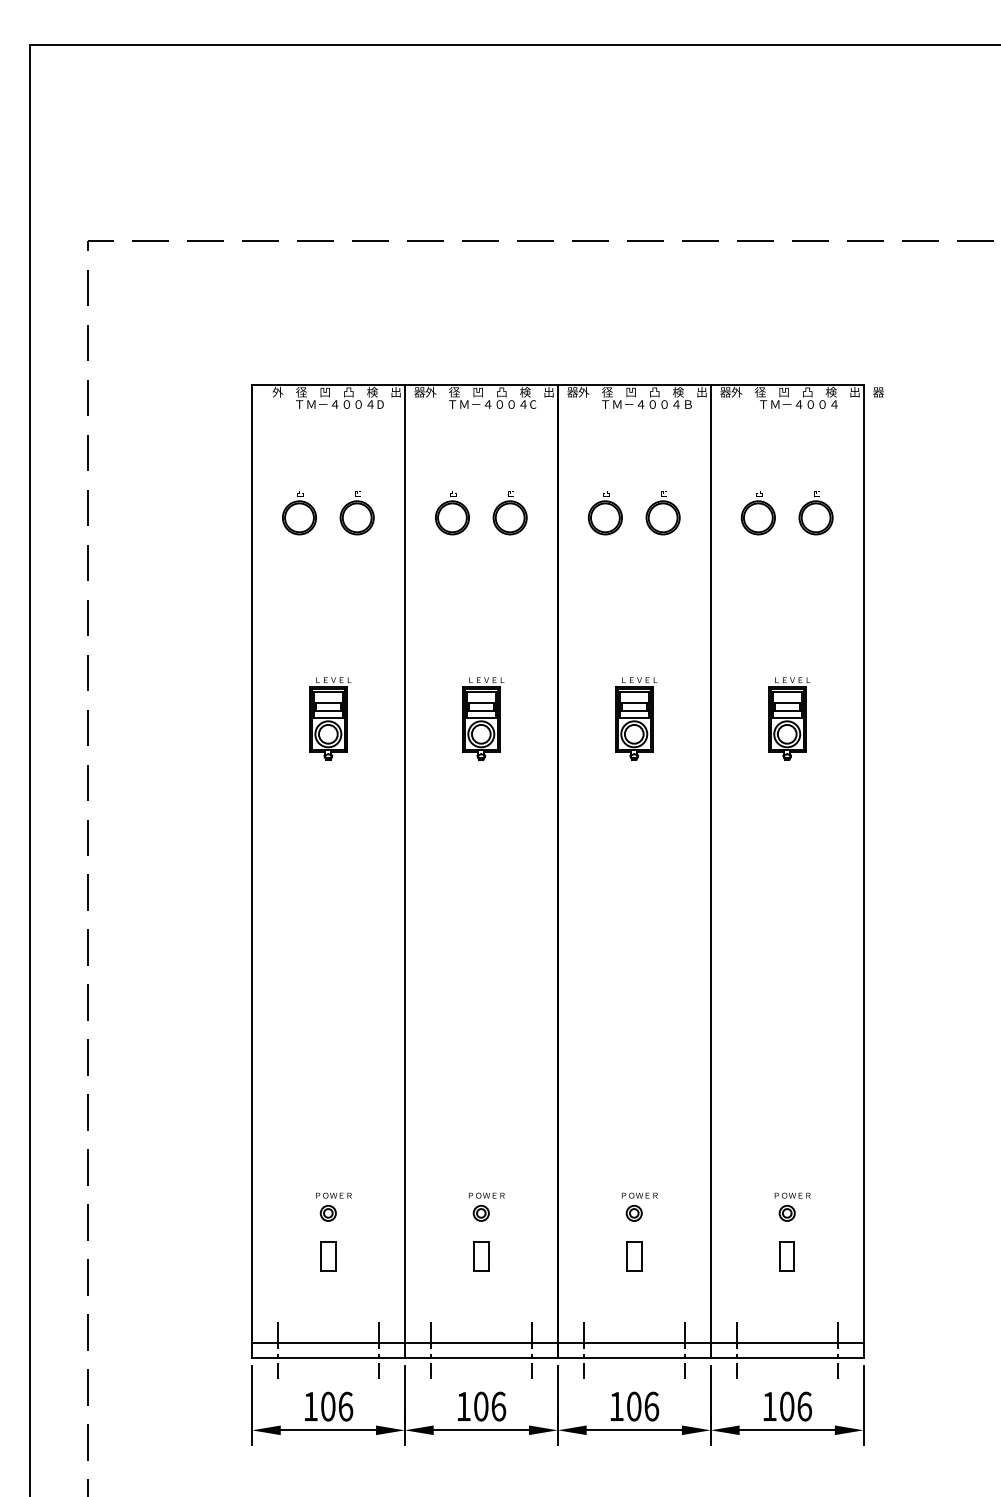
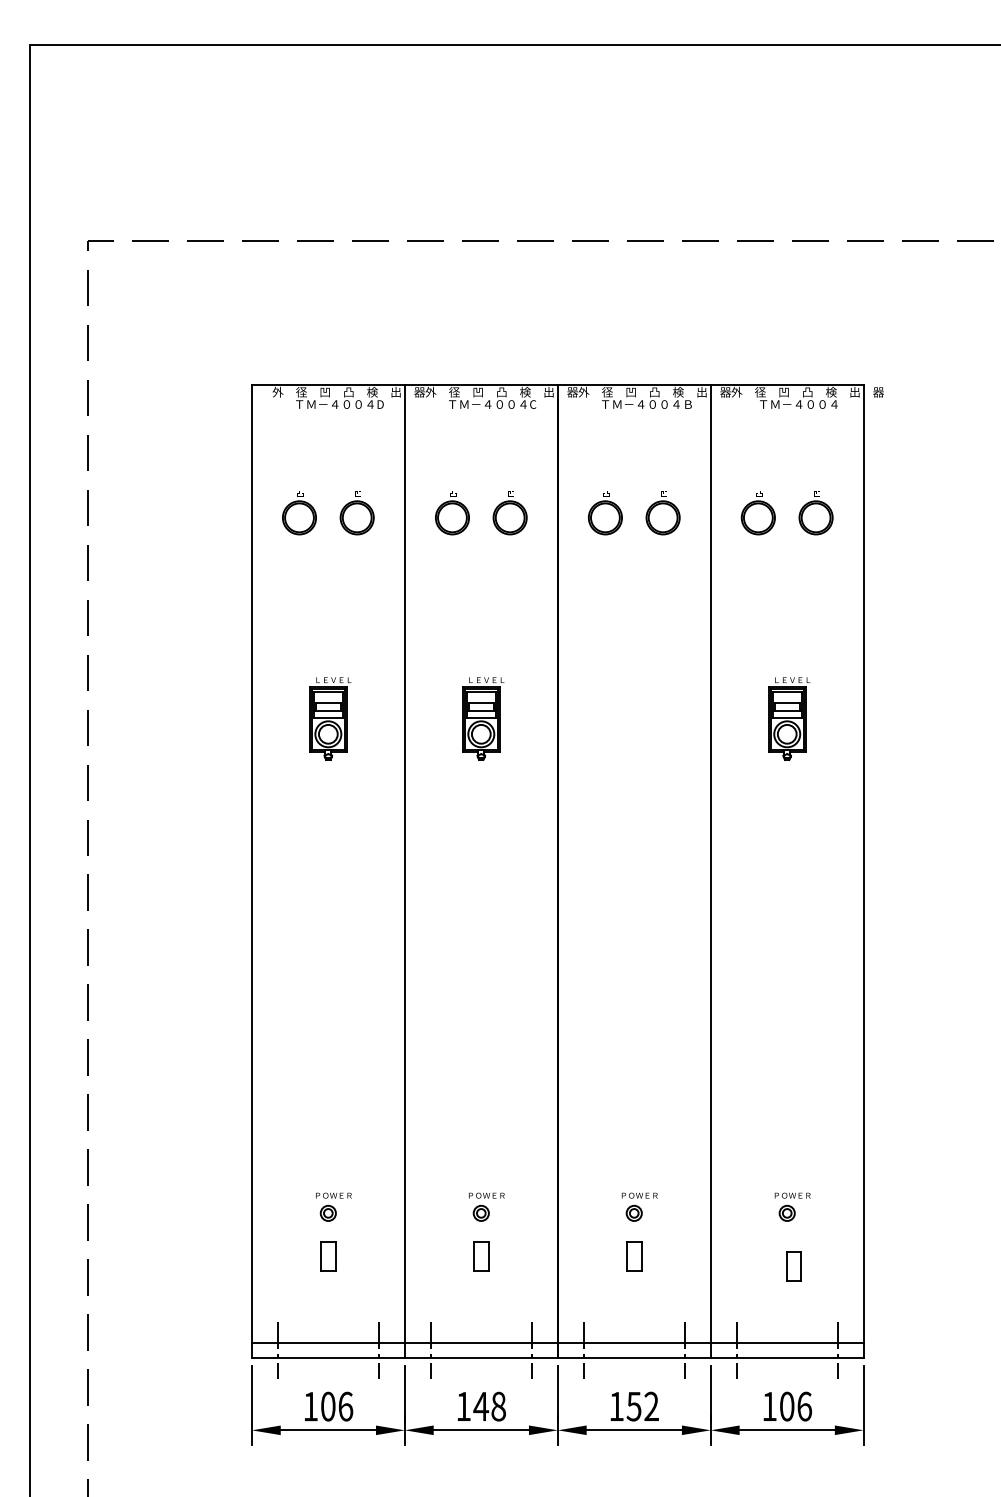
part at (636, 718): present -> none
part at (786, 1256) position: (786, 1256) -> (793, 1266)
text at (489, 1406): 106 -> 148
text at (642, 1406): 106 -> 152
